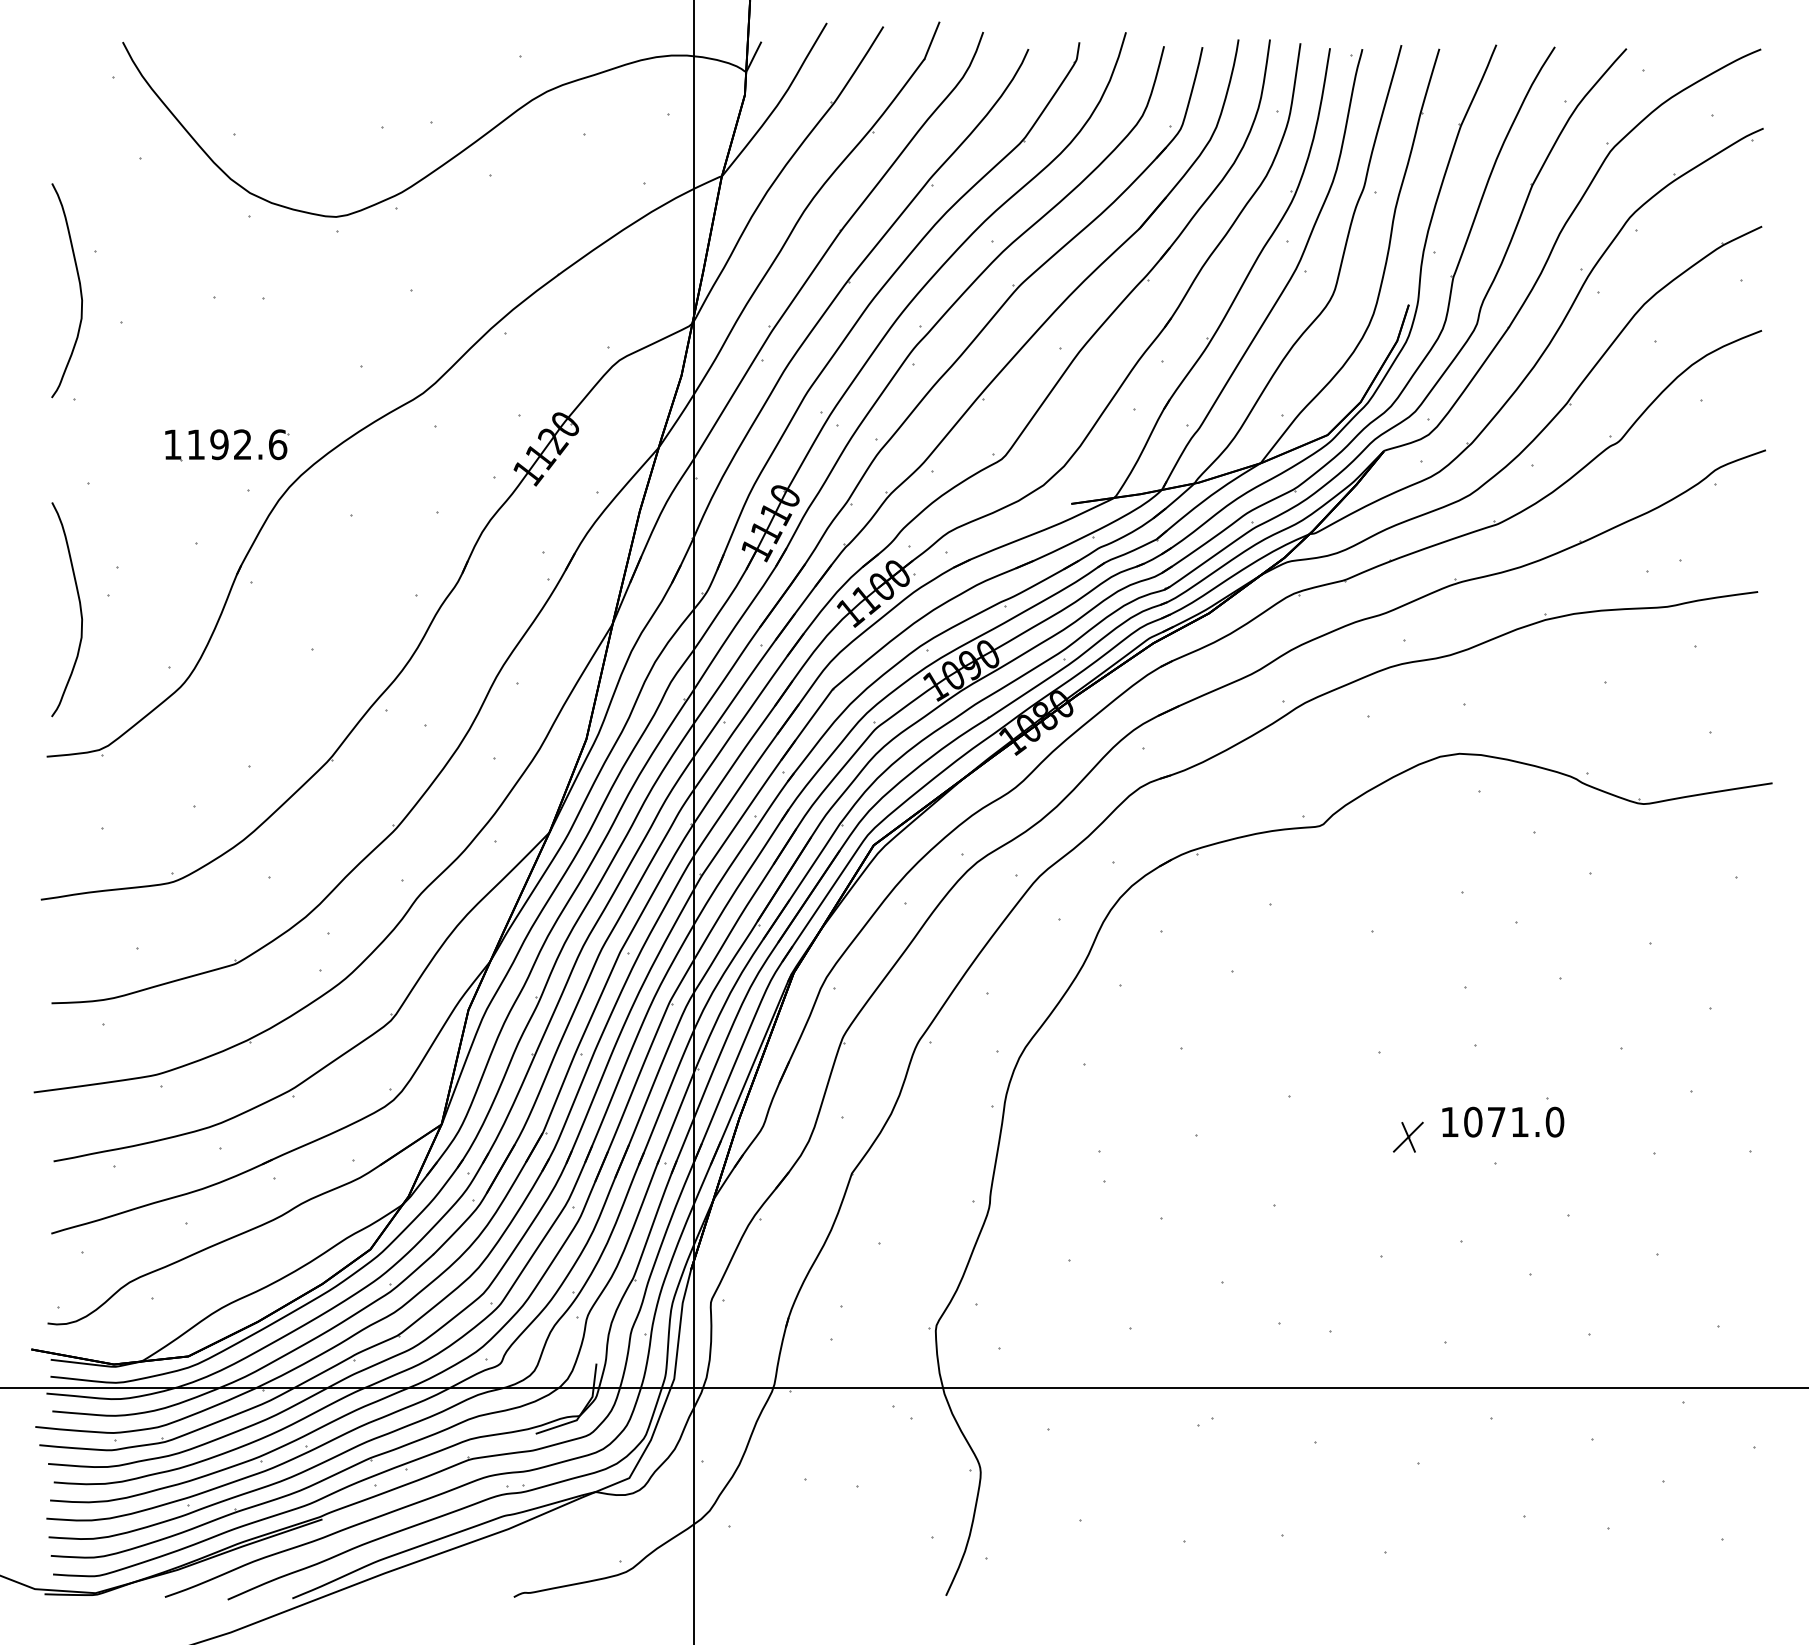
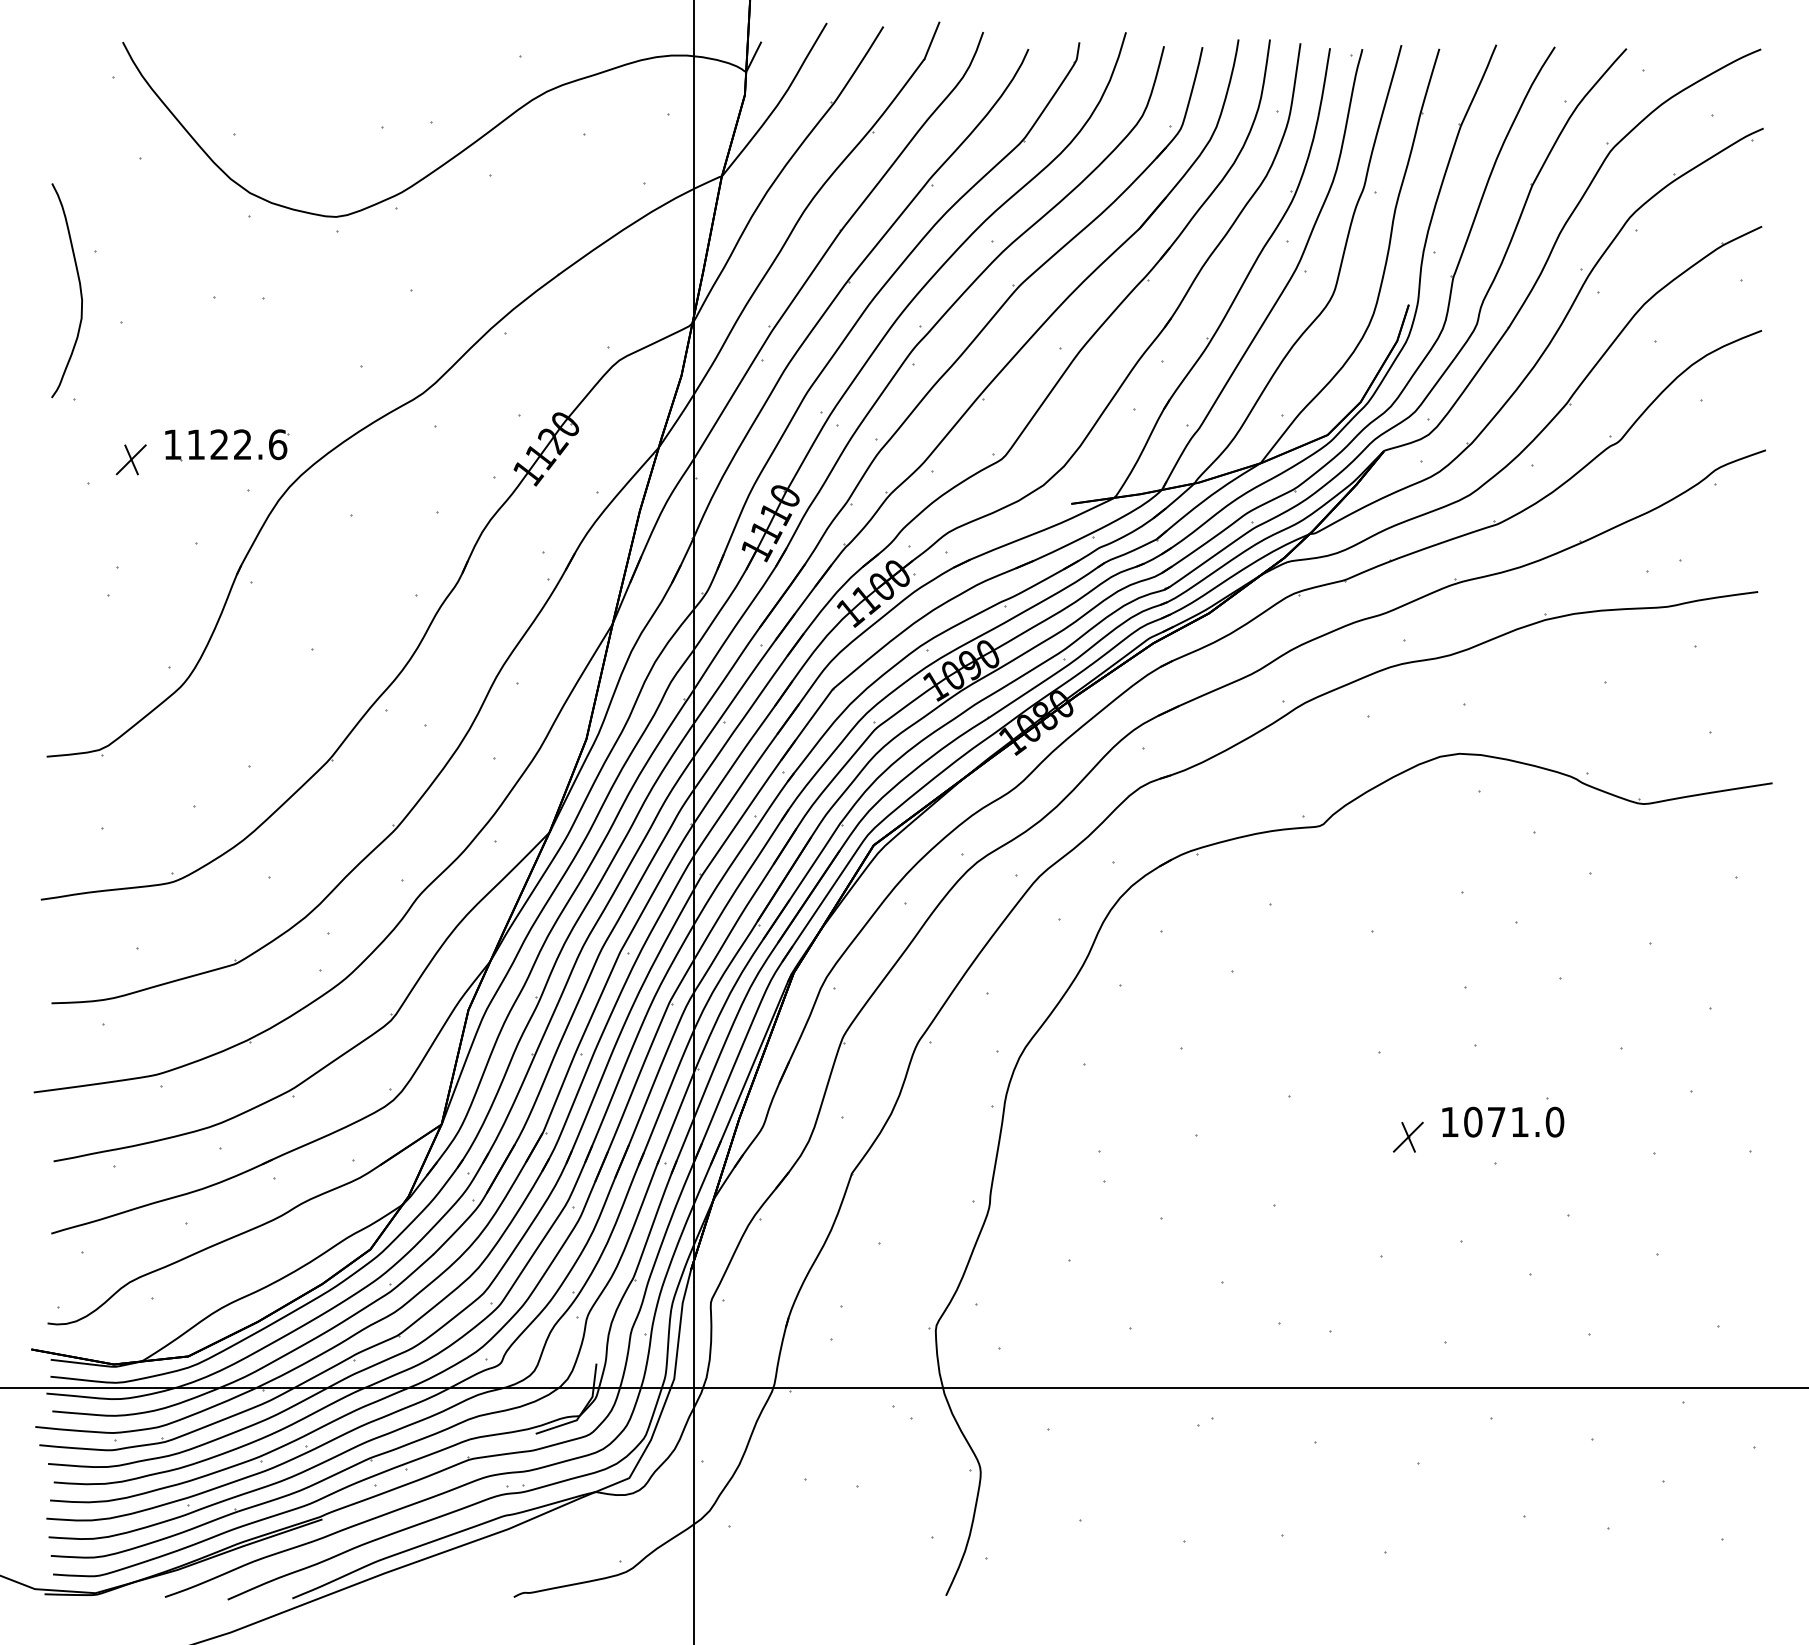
text at (219, 444): 1192.6 -> 1122.6
part at (130, 459): none -> present
curve at (79, 608): present -> none
